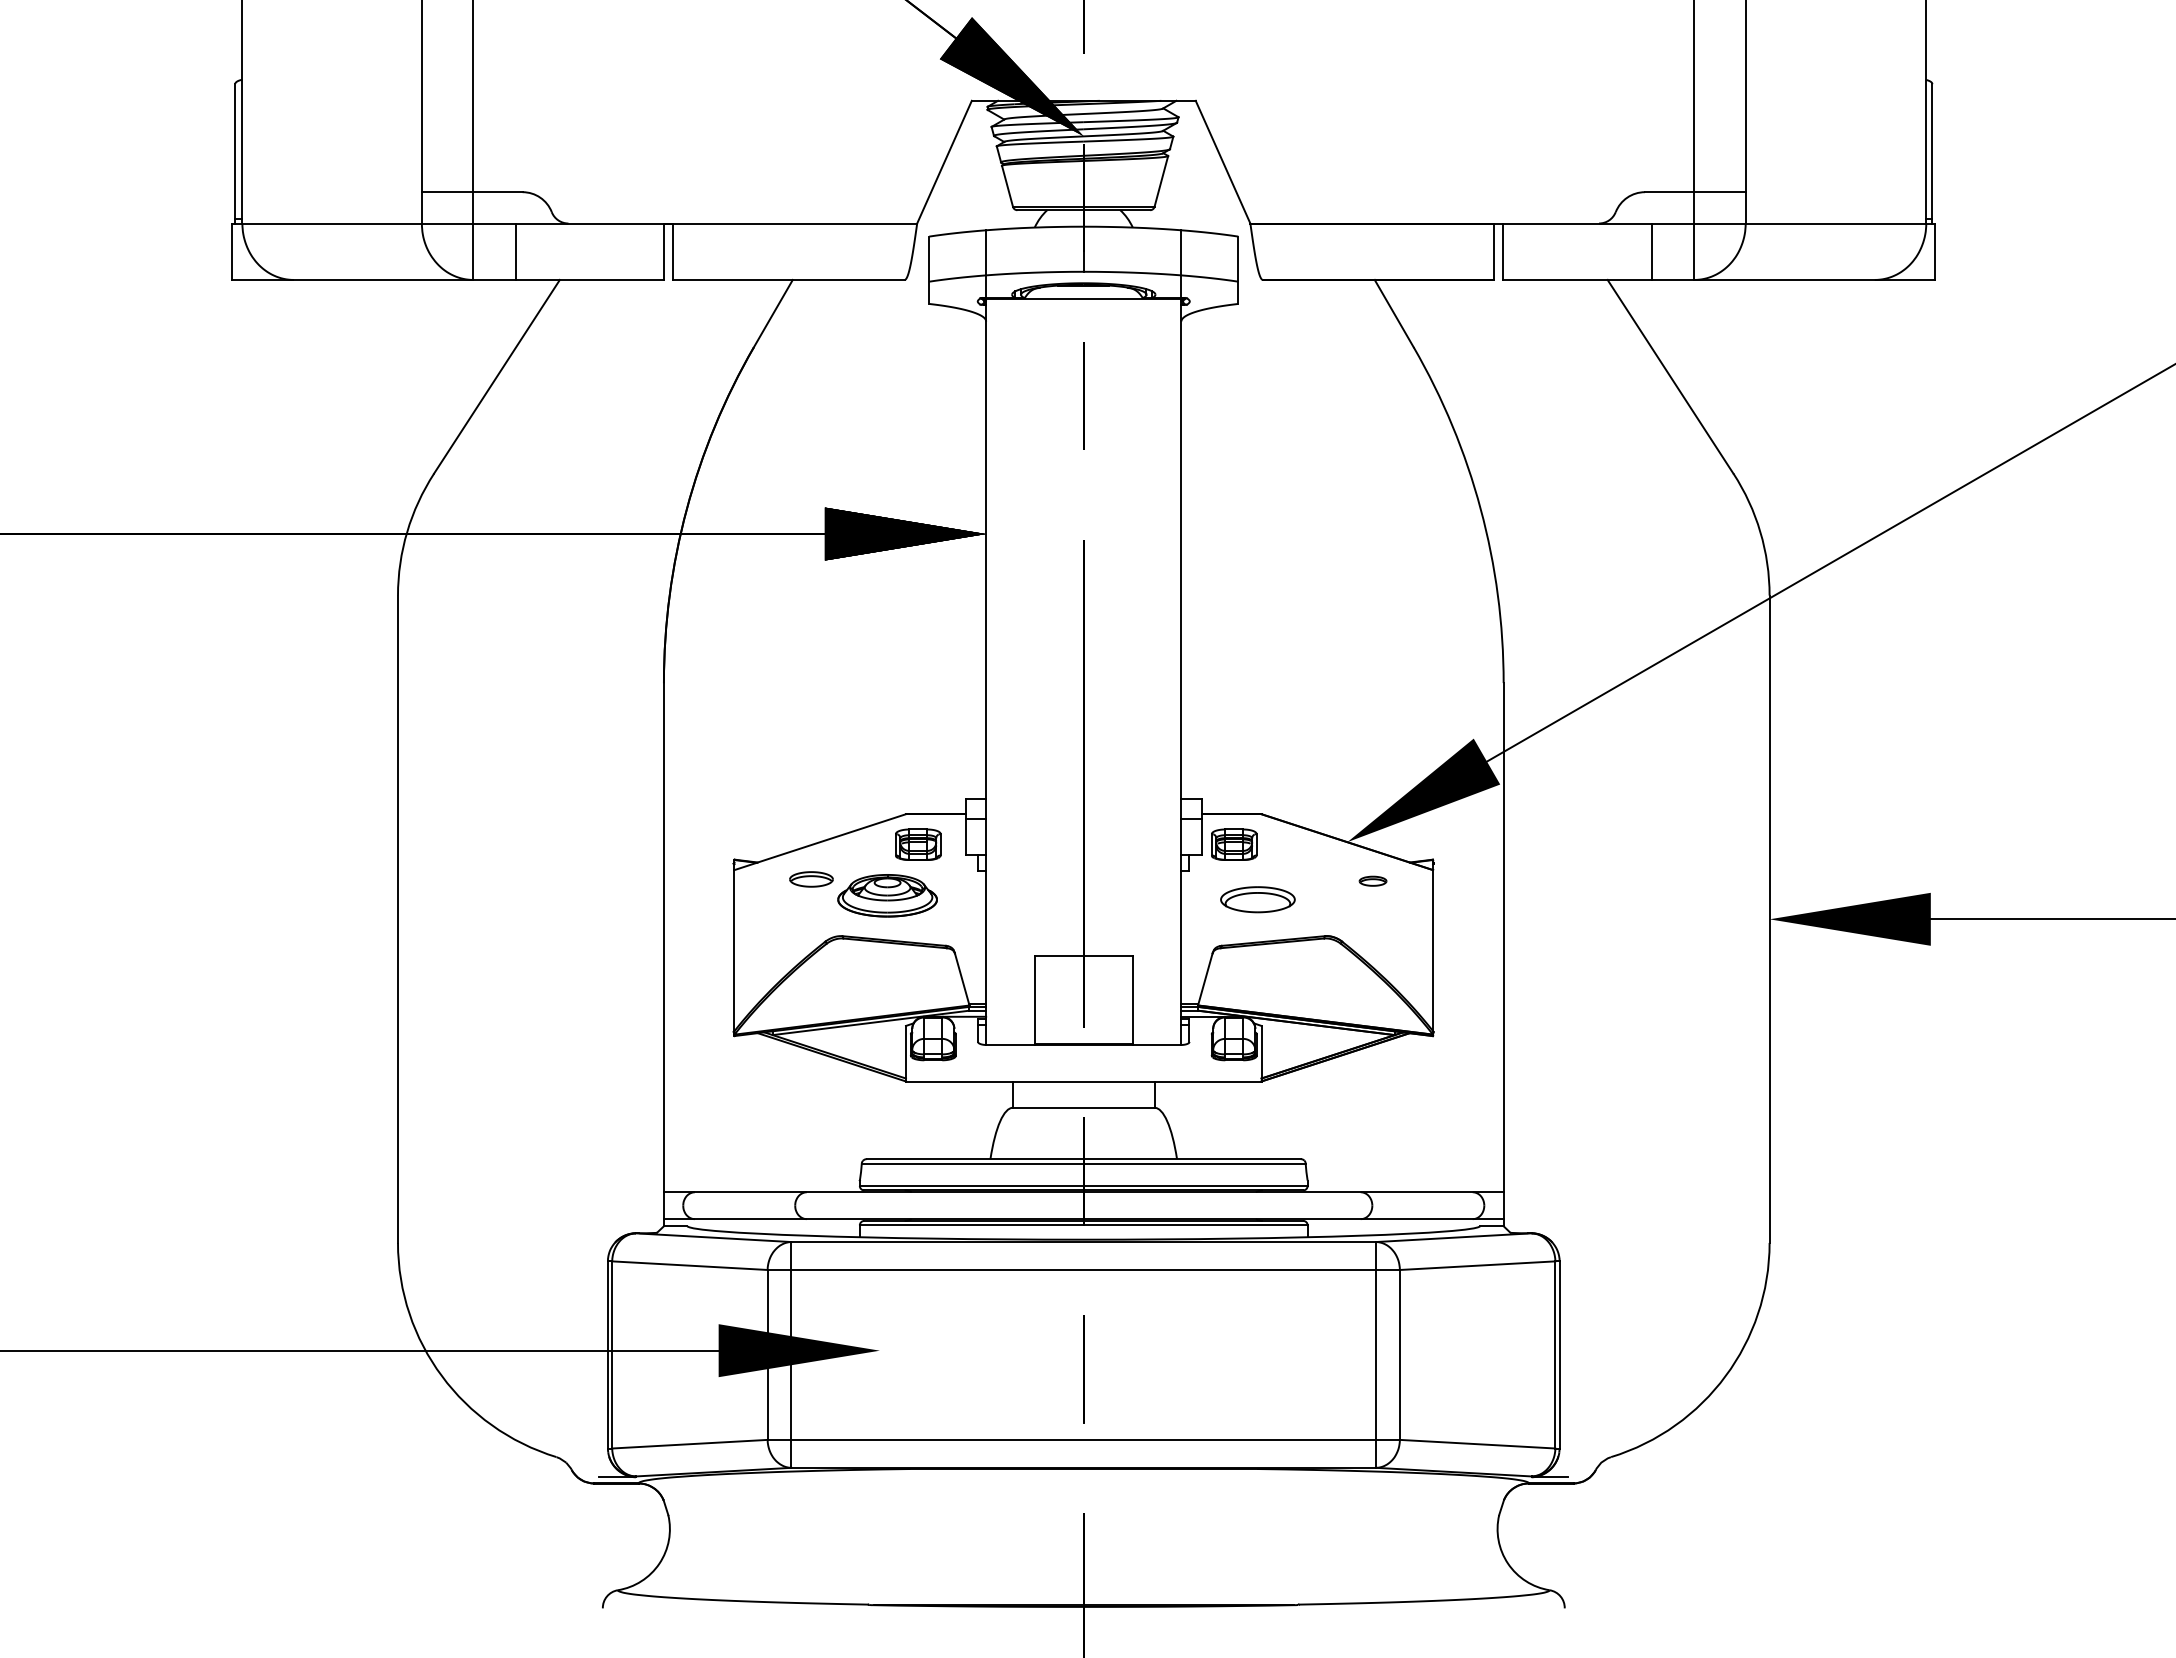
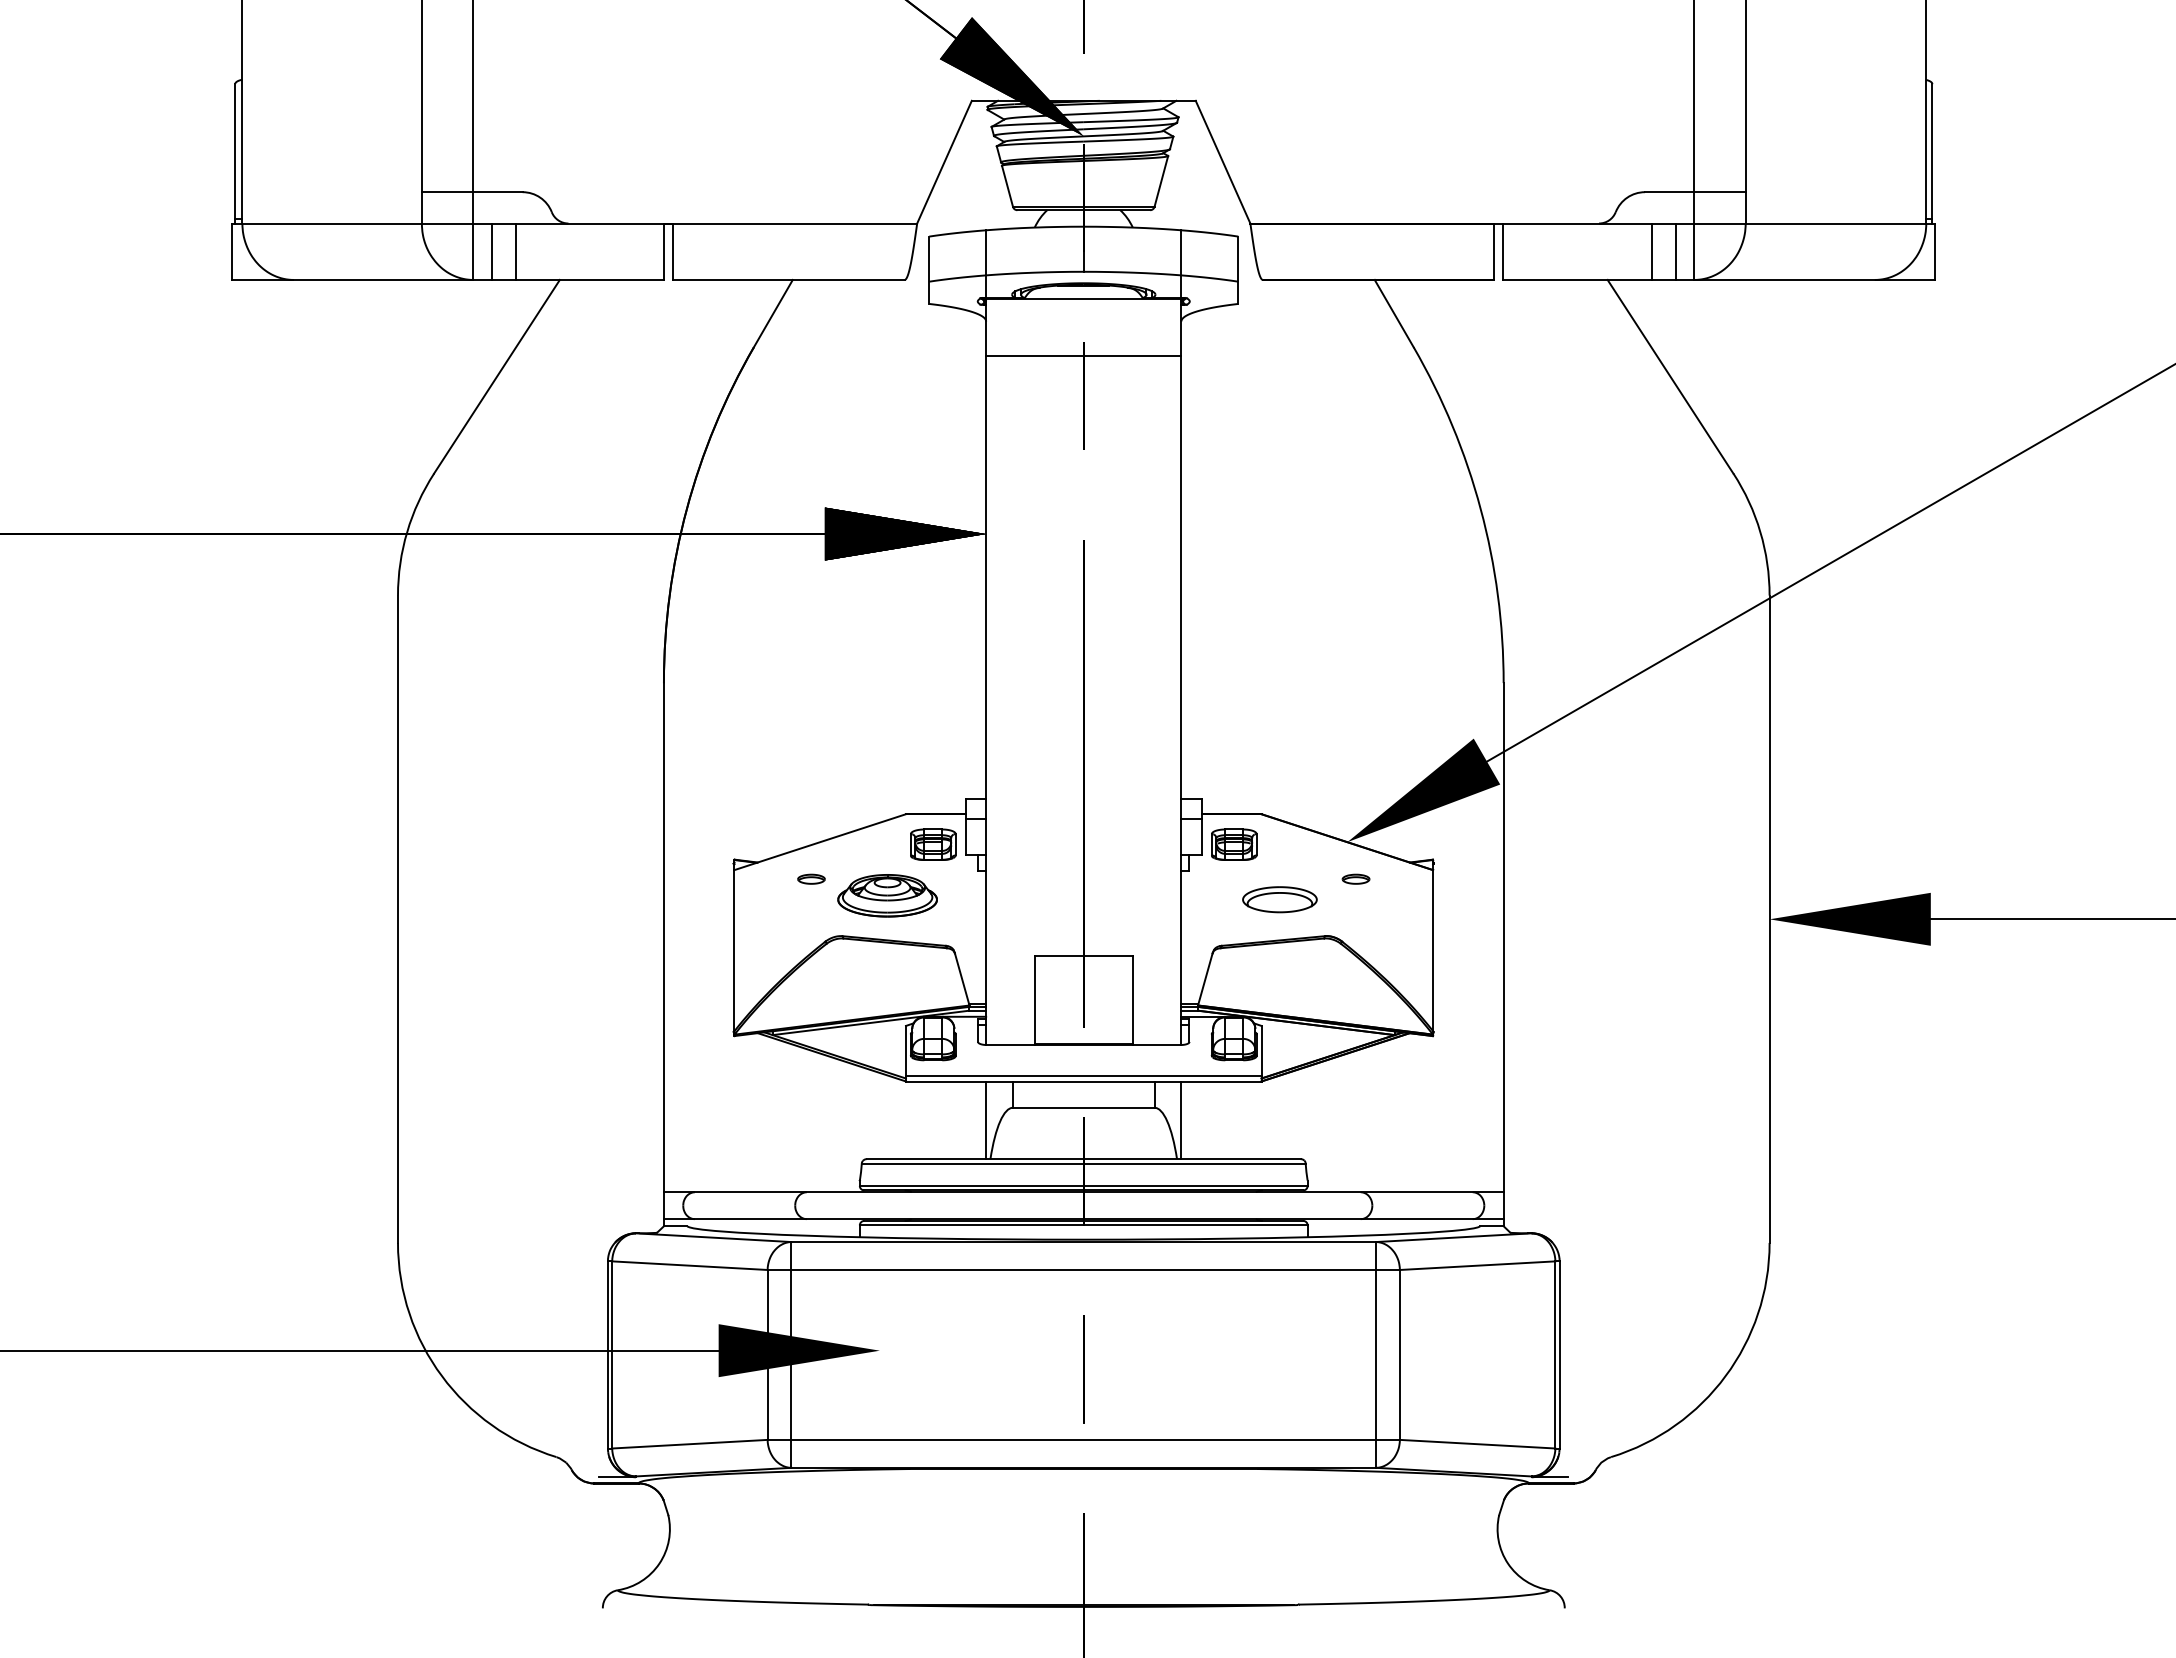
line at (491, 251): none -> present
line at (1675, 251): none -> present
line at (1083, 355): none -> present
part at (918, 844) position: (918, 844) -> (933, 844)
part at (811, 879) size: 45x17 px -> 29x12 px
part at (1372, 880) position: (1372, 880) -> (1355, 878)
part at (1257, 899) position: (1257, 899) -> (1279, 899)
line at (1083, 1075): none -> present
line at (986, 1120): none -> present
line at (1181, 1120): none -> present
